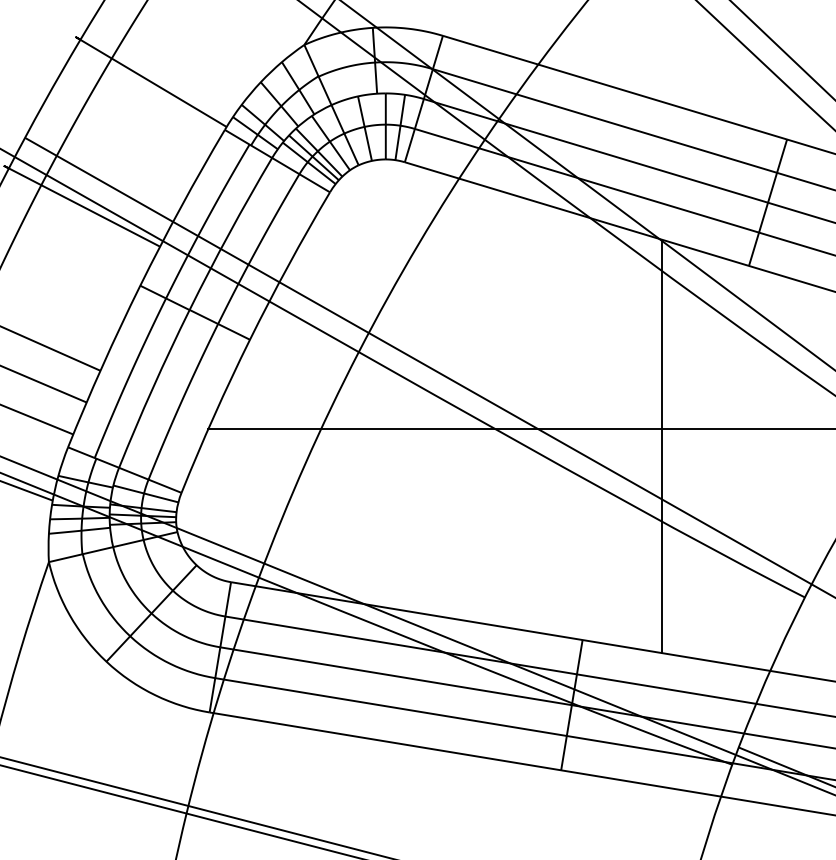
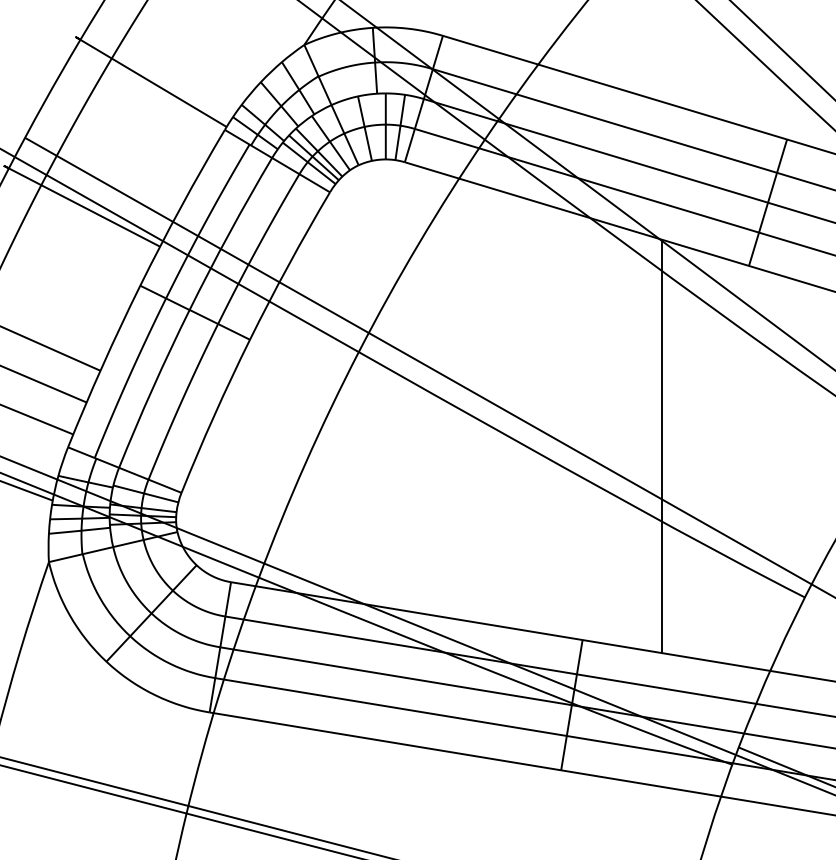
line at (520, 429): present -> none
